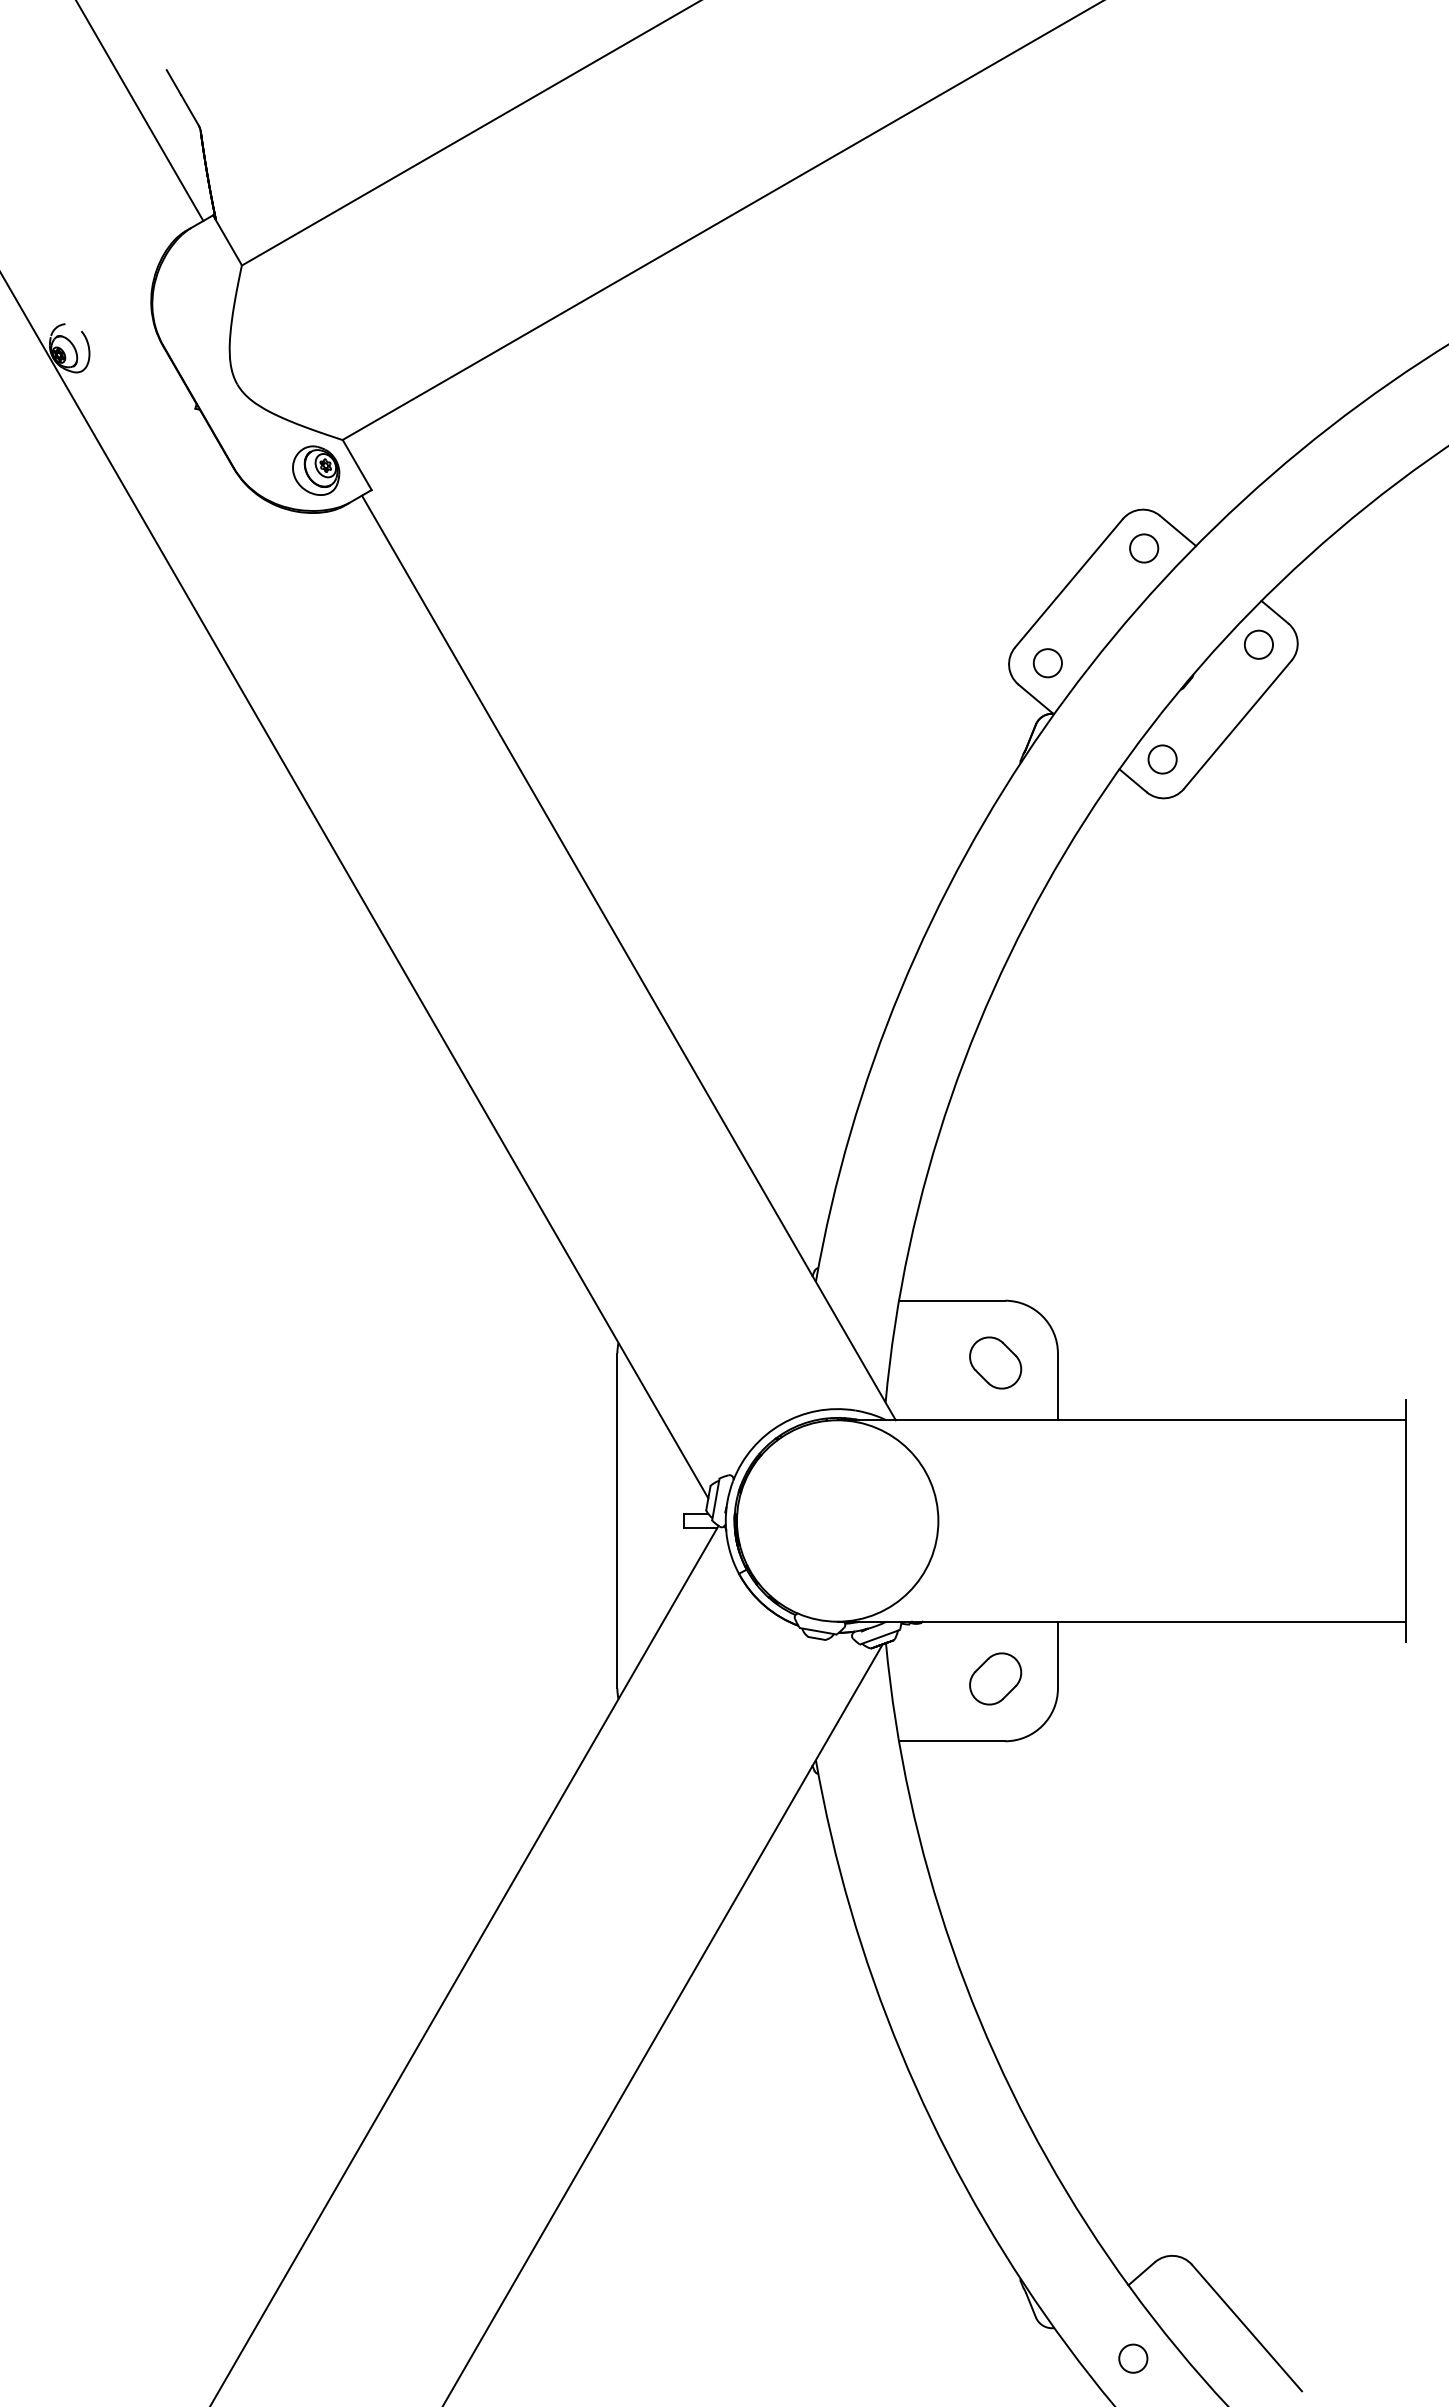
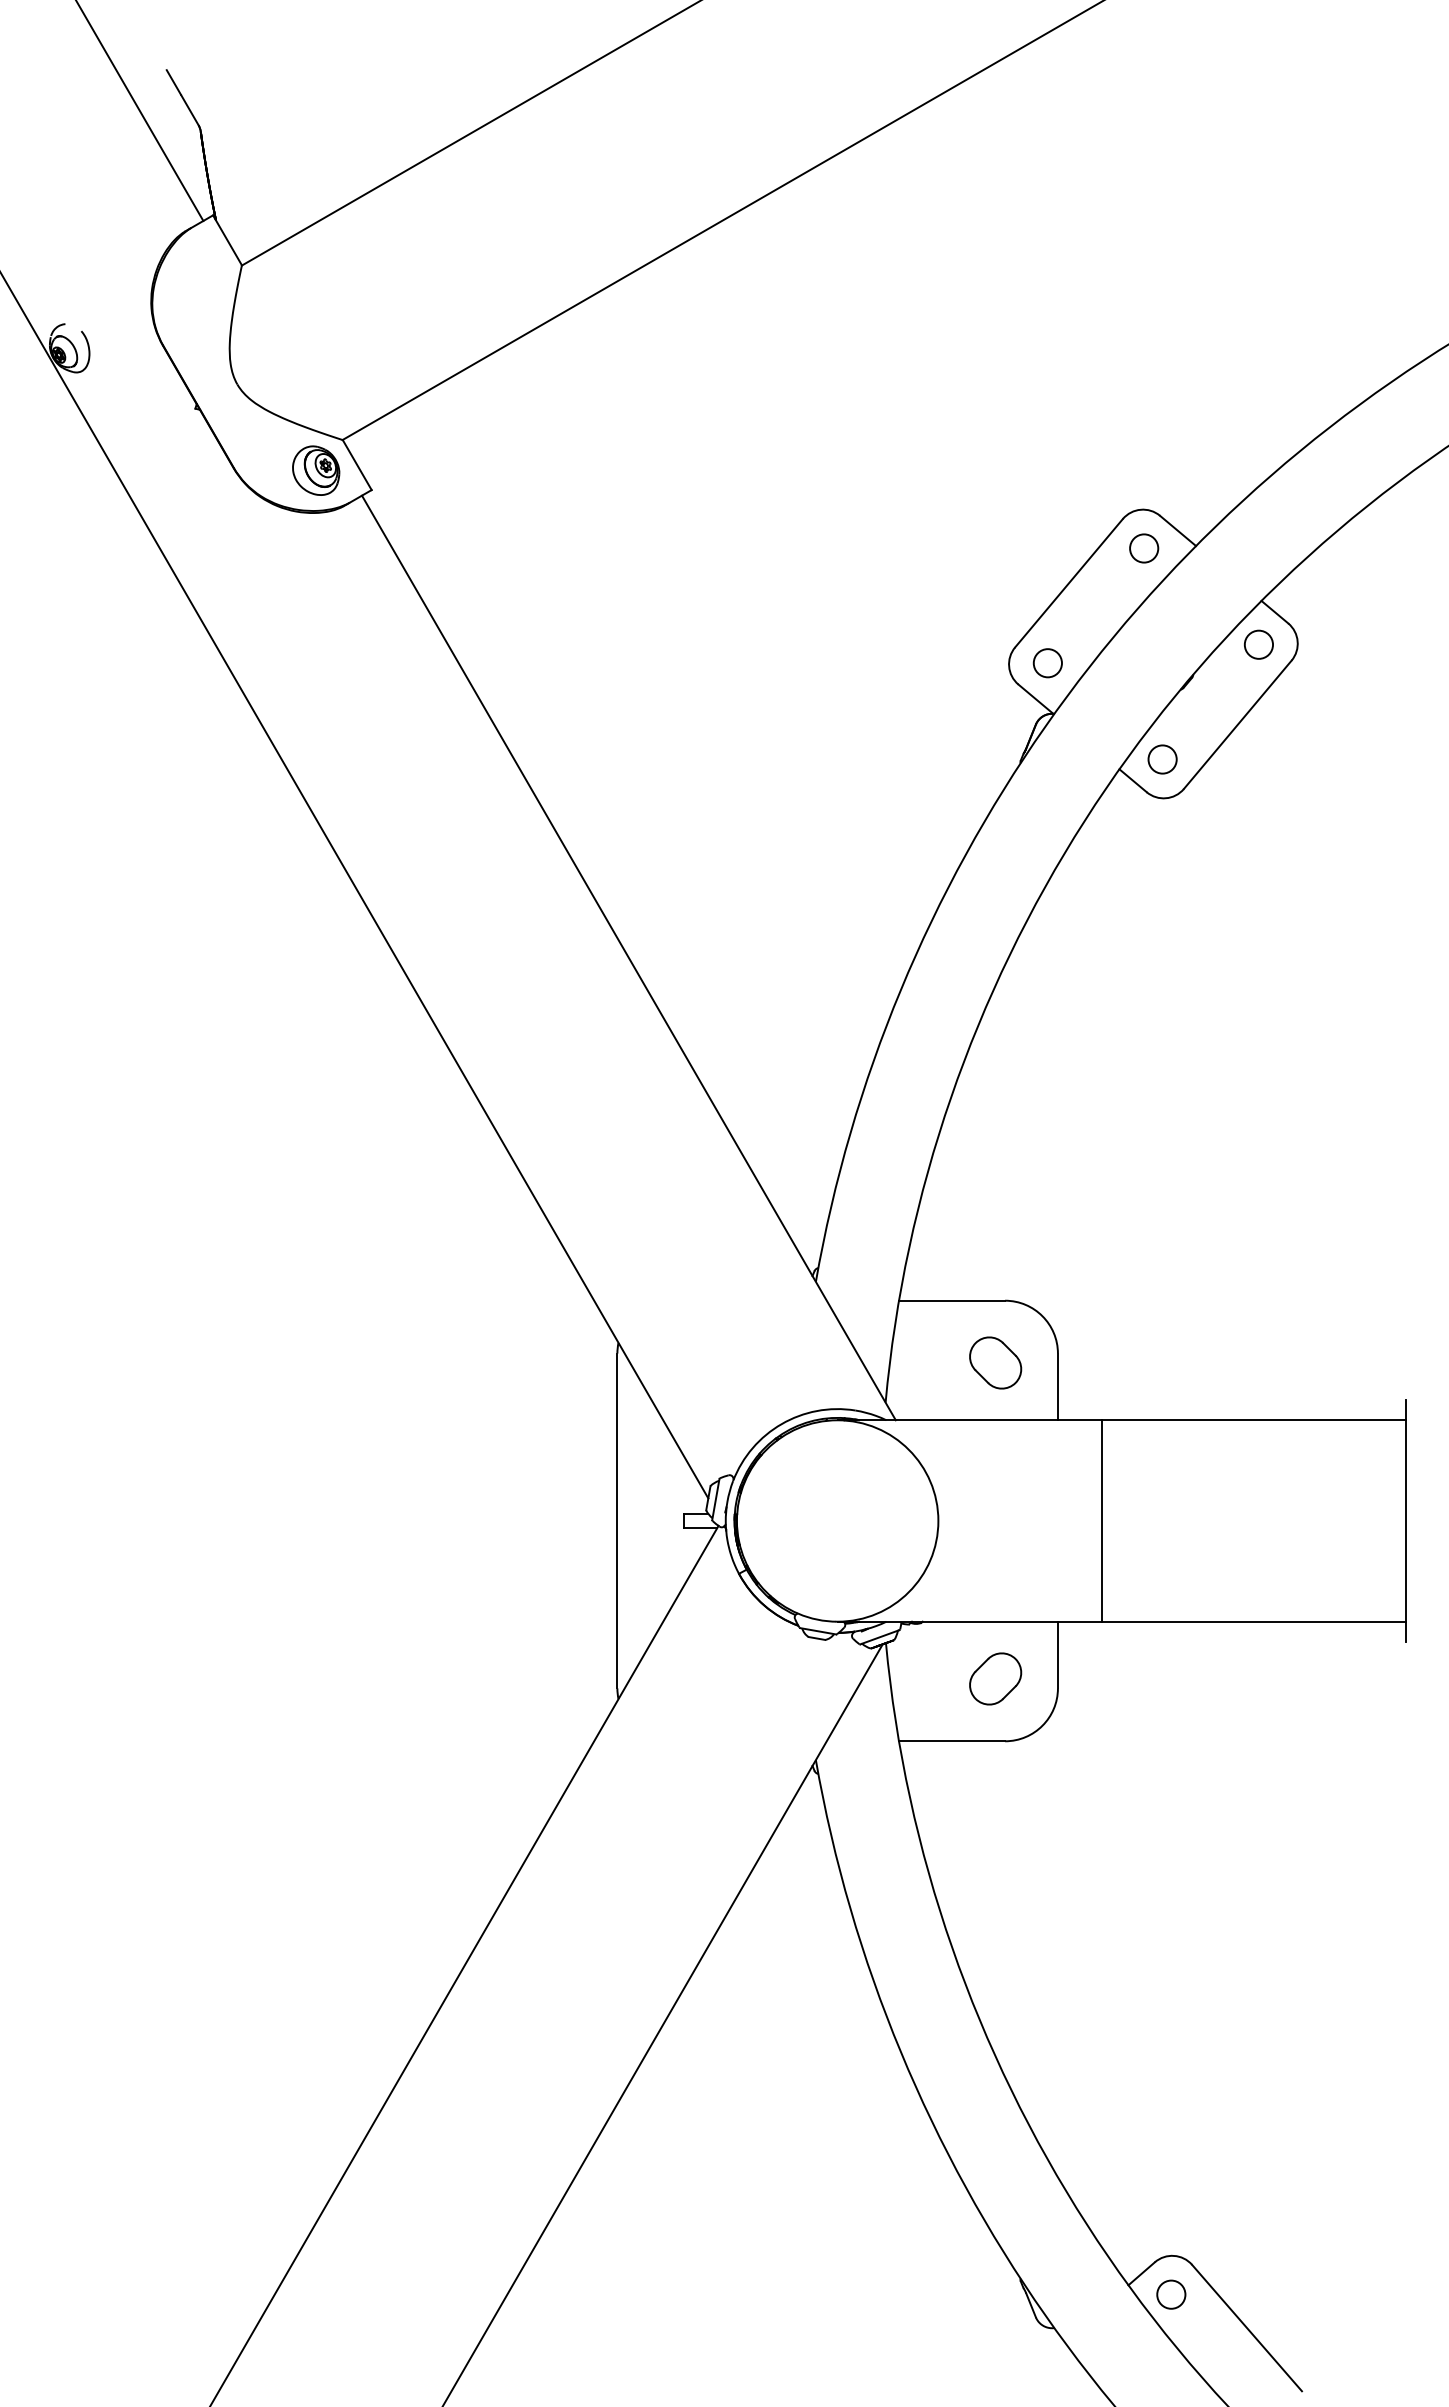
line at (1102, 1520): none -> present
circle at (1133, 2358) position: (1133, 2358) -> (1171, 2294)
